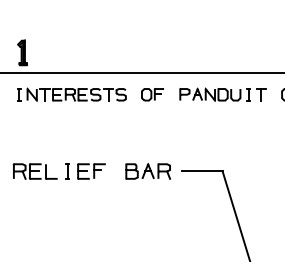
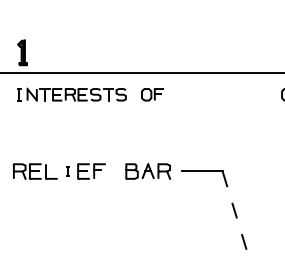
part at (222, 94): present -> none
part at (67, 171) size: 5x17 px -> 4x11 px
line at (236, 216): solid -> dashed
